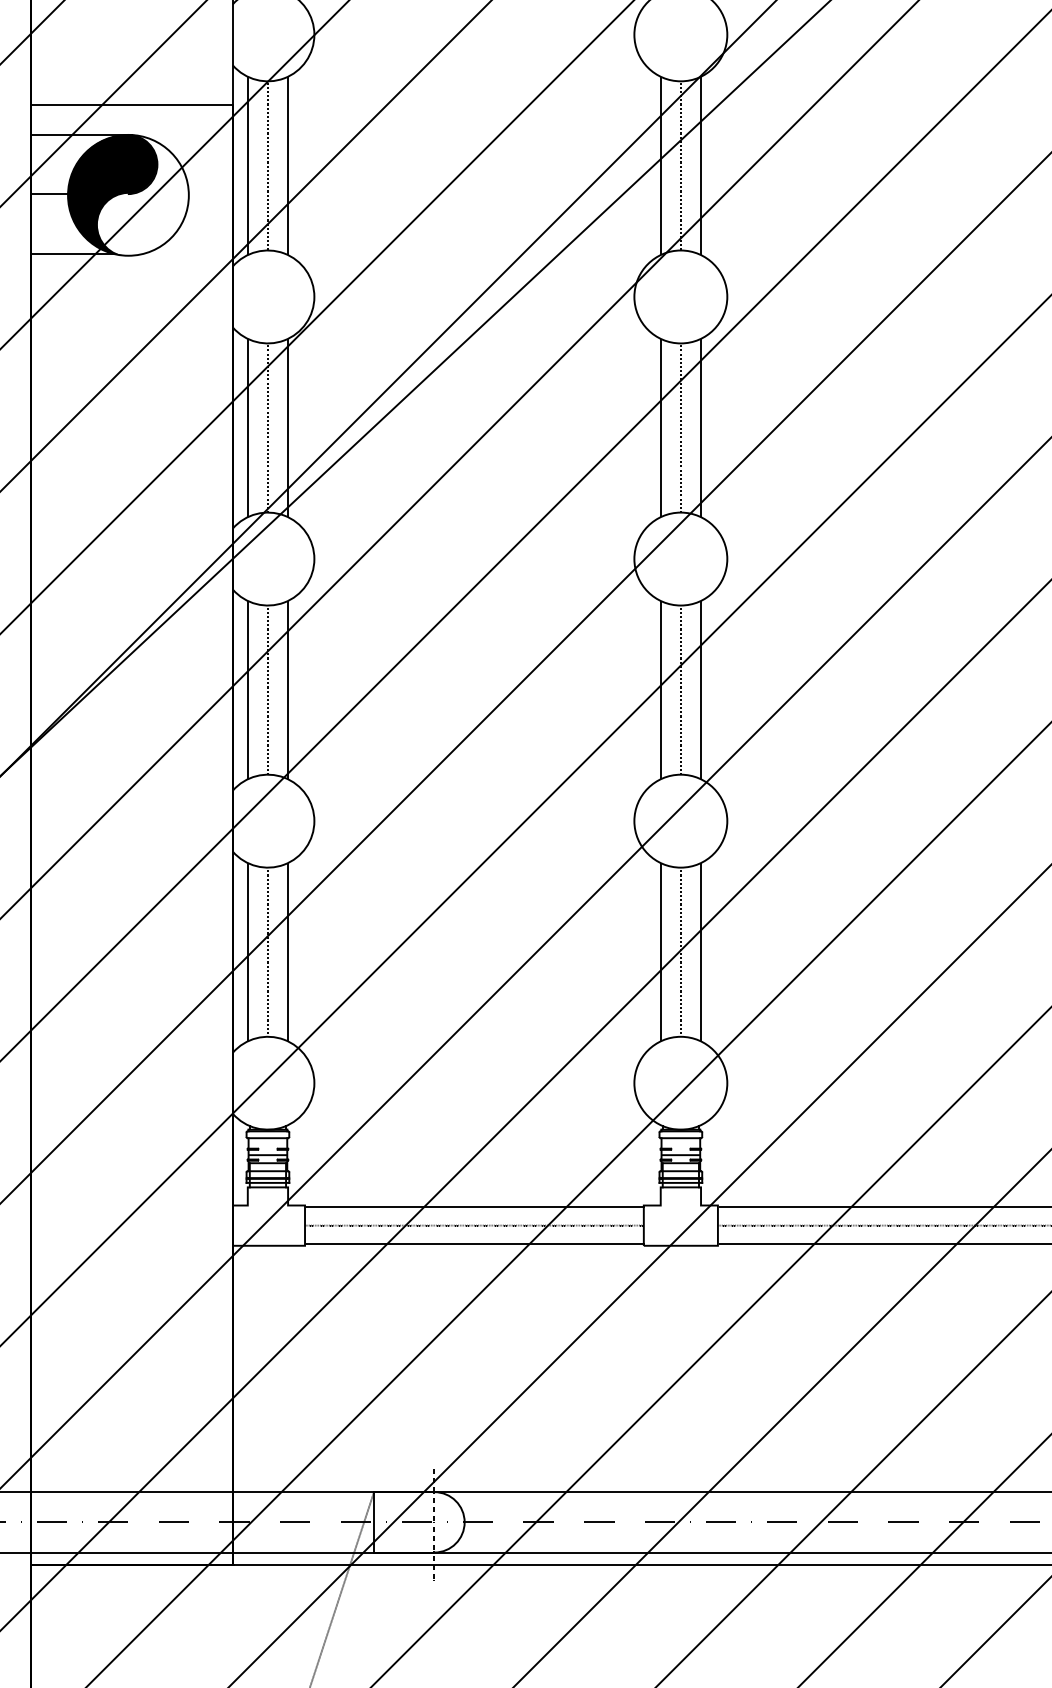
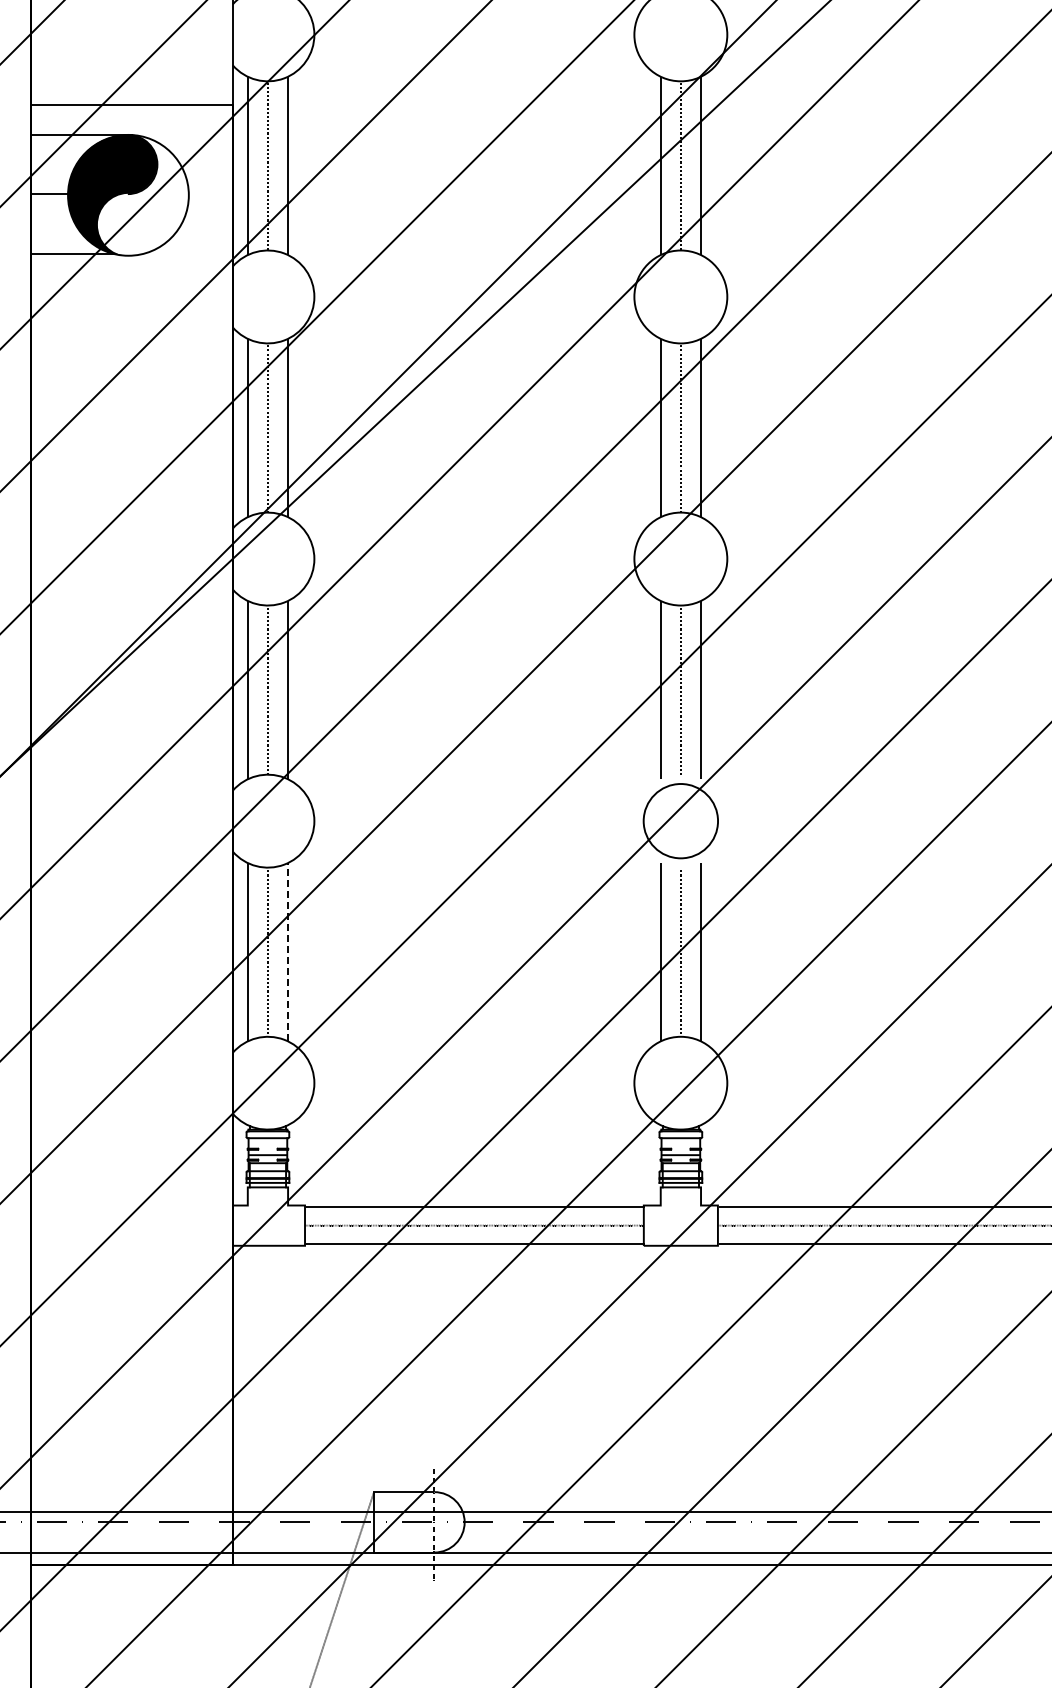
circle at (680, 820) diameter: 93 px -> 74 px
line at (288, 951): solid -> dashed
line at (525, 1492) position: (525, 1492) -> (525, 1512)
